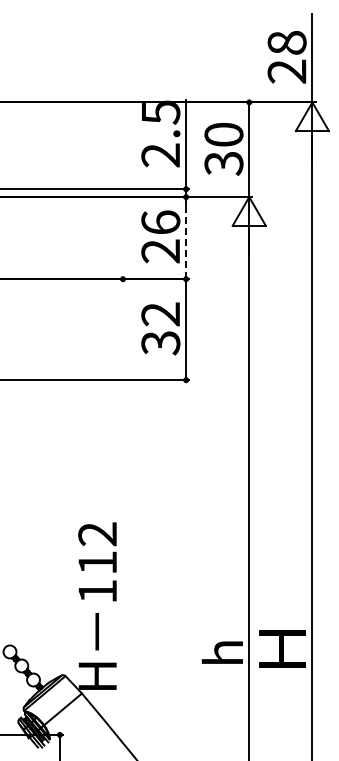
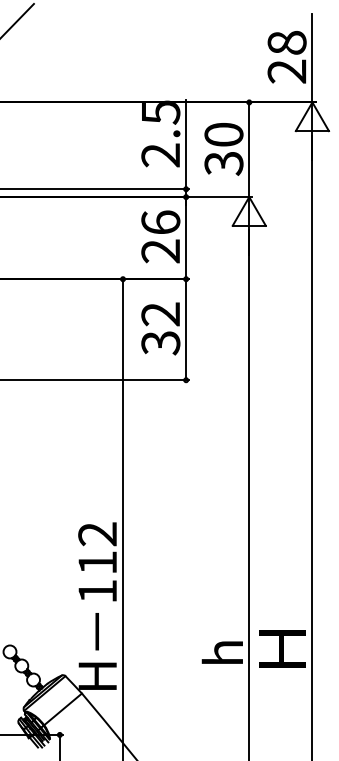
line at (17, 19): none -> present
line at (186, 237): dashed -> solid
line at (123, 518): none -> present
